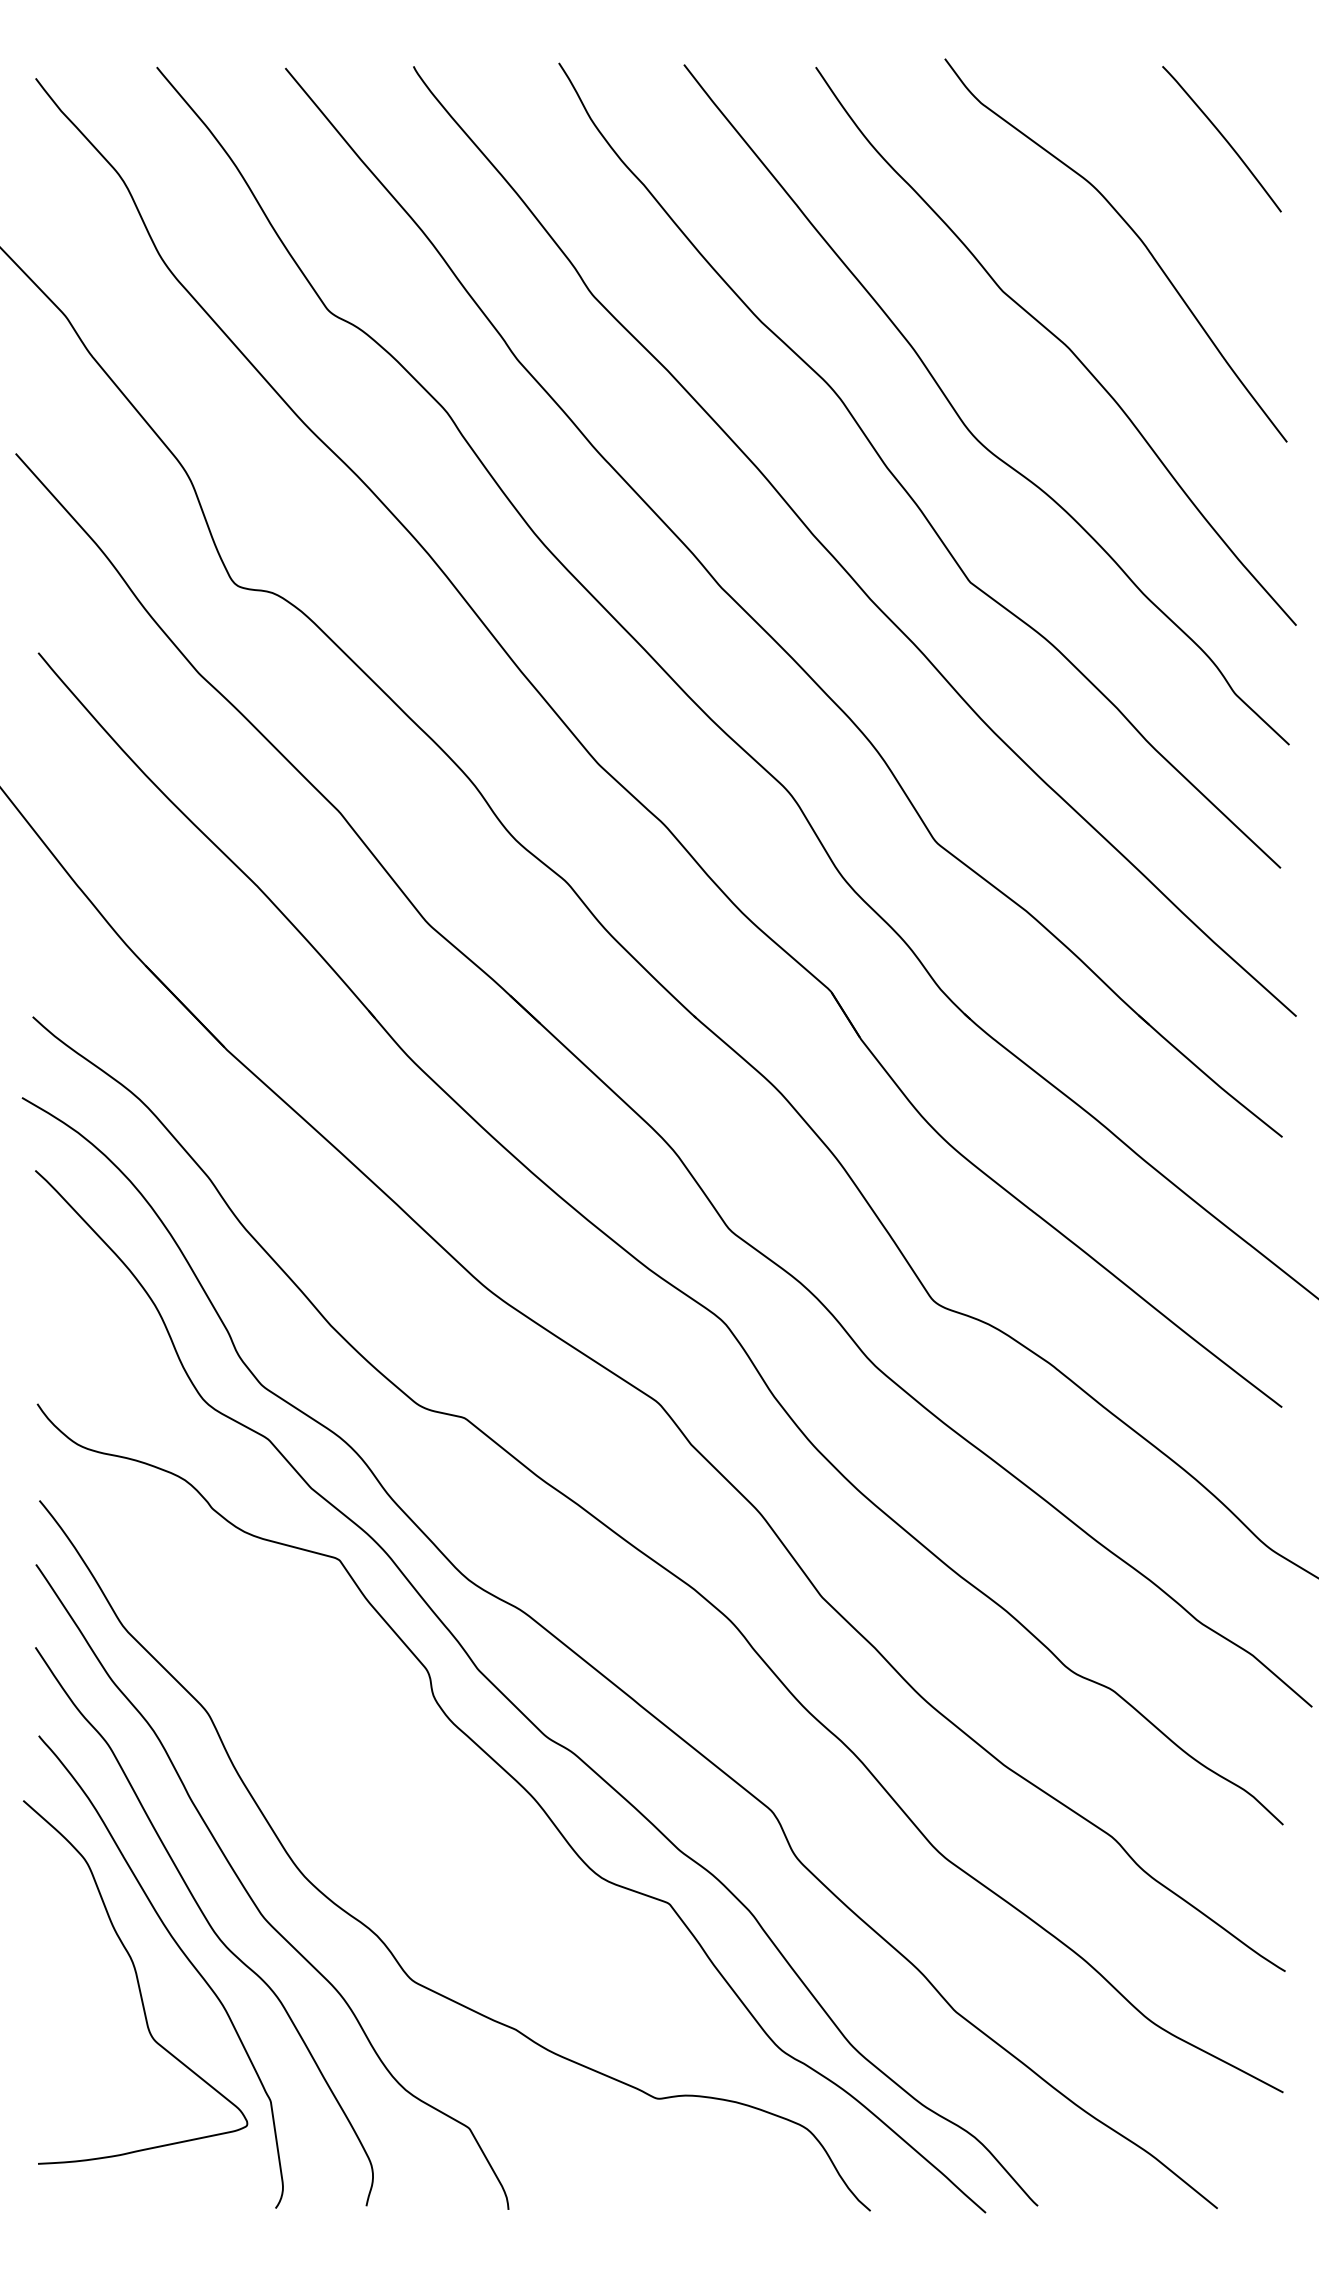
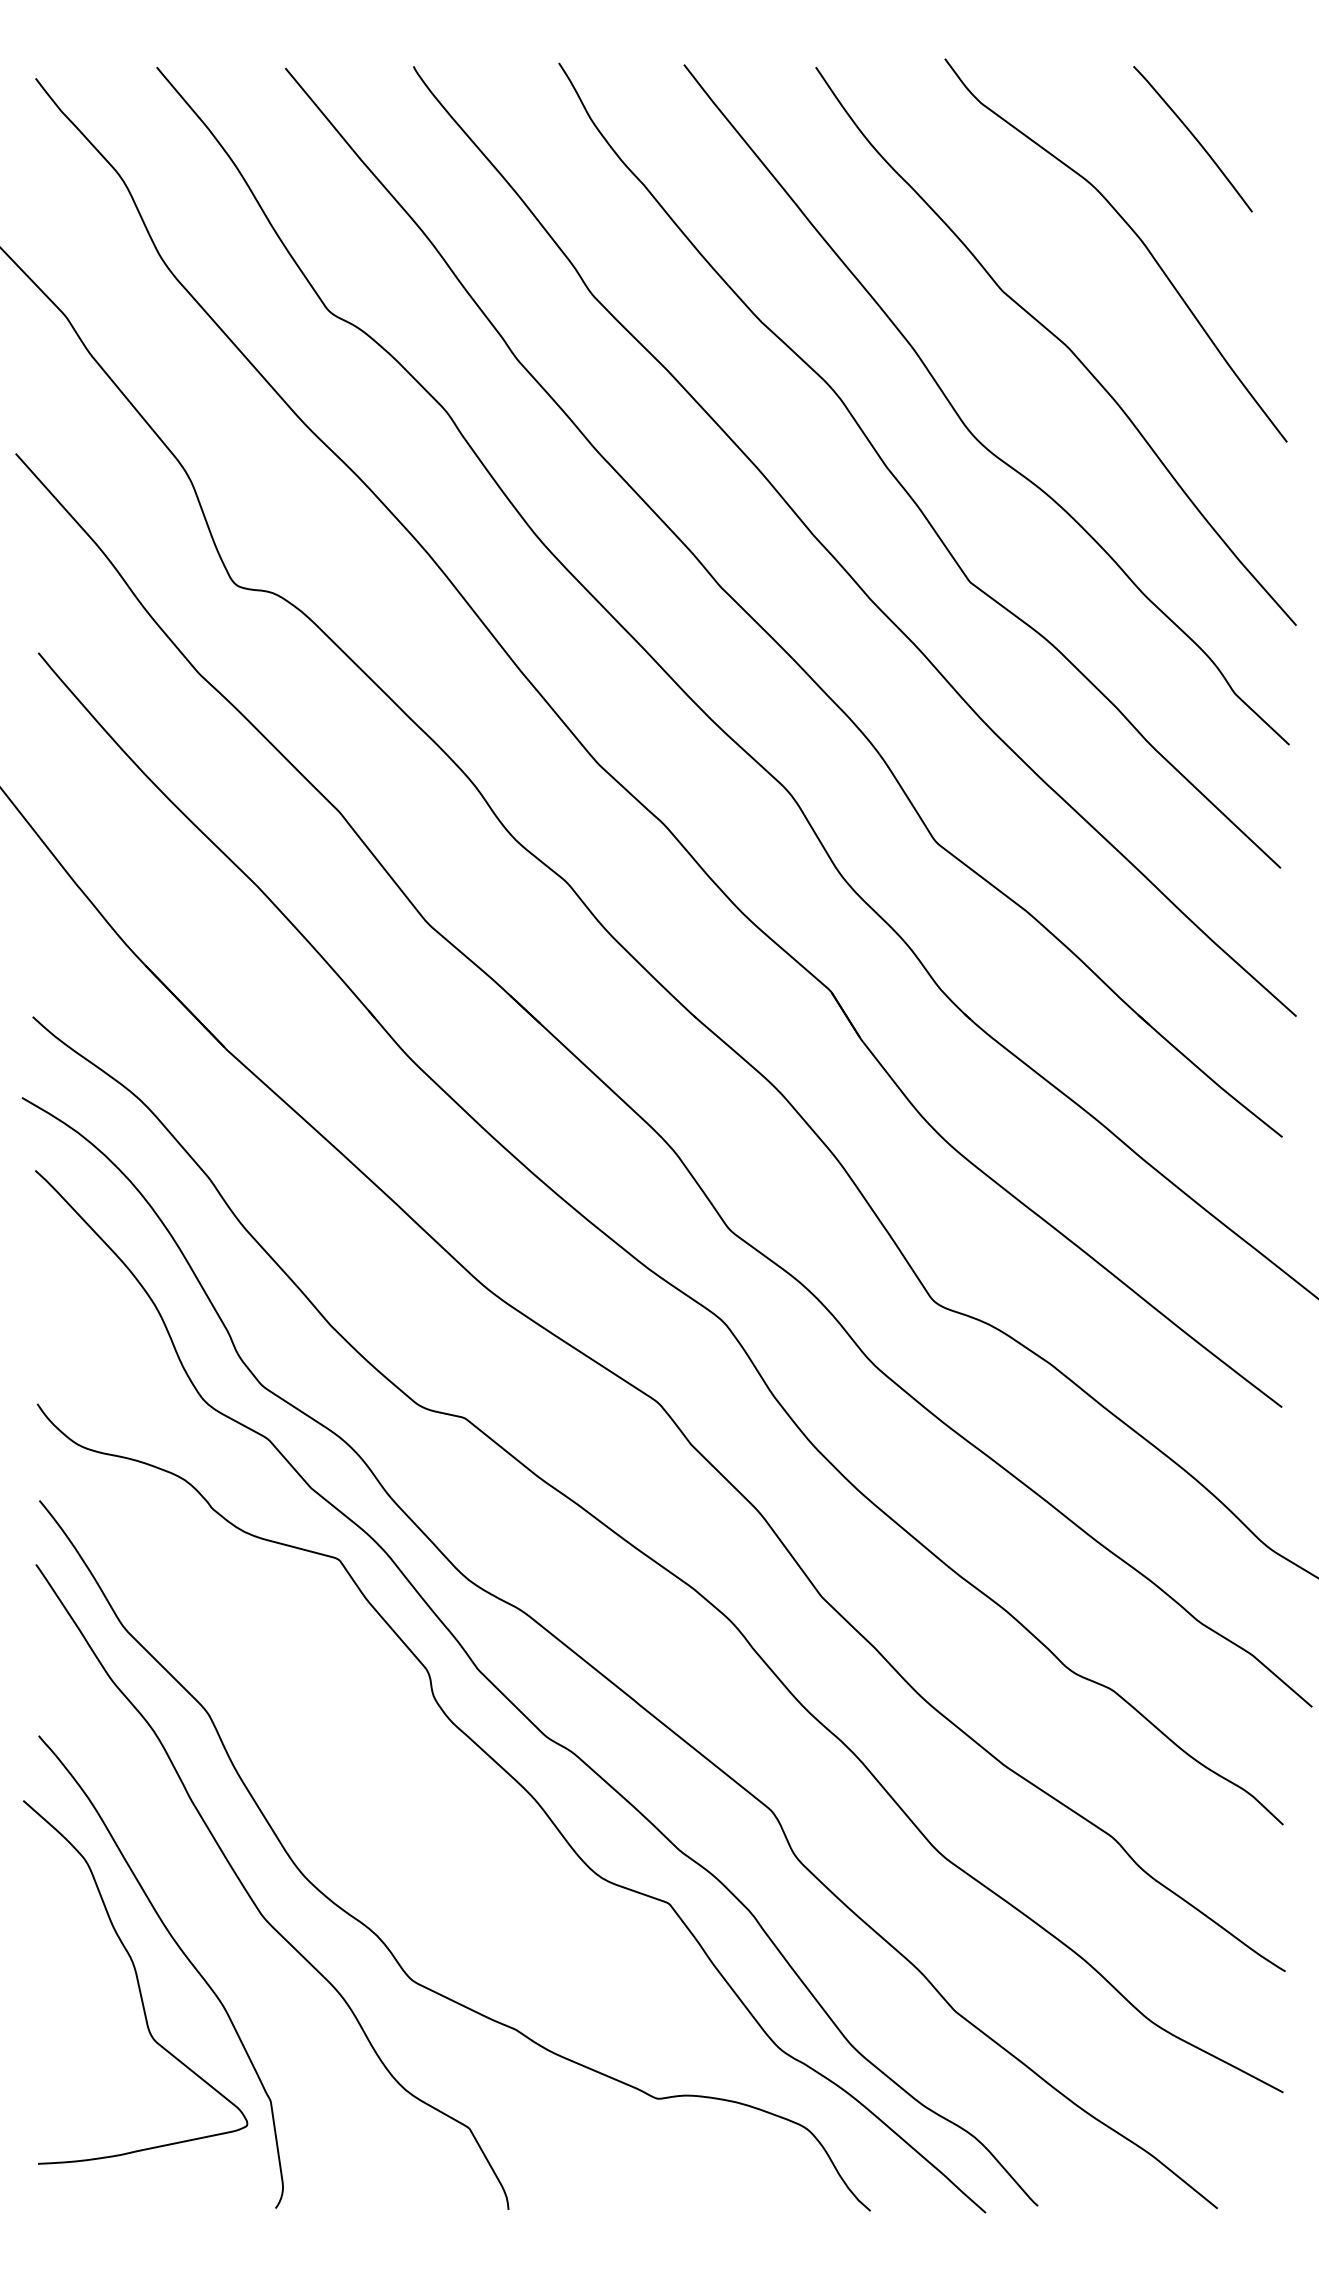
curve at (1222, 137) position: (1222, 137) -> (1193, 137)
curve at (207, 1923): present -> none
